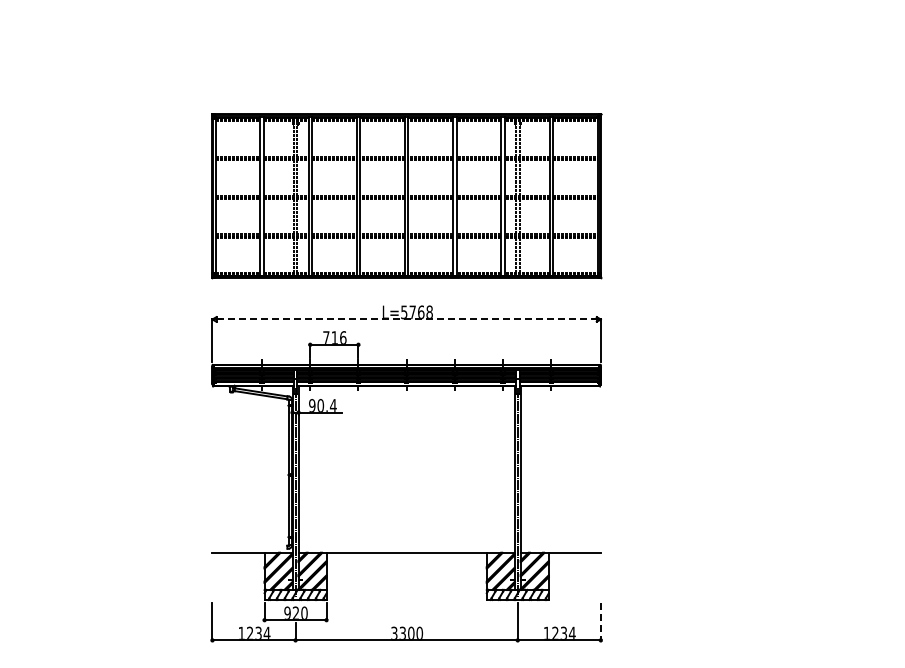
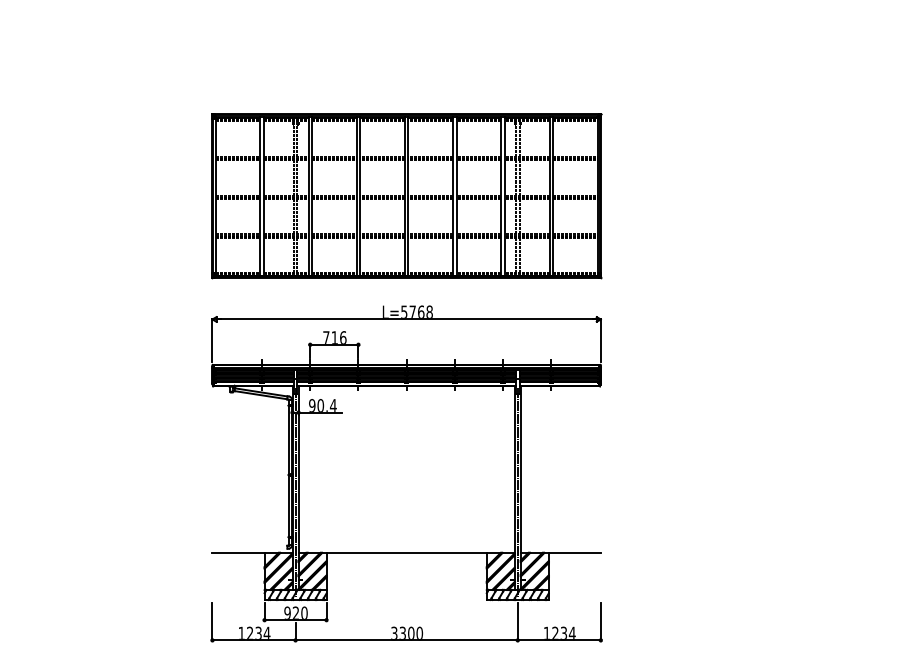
line at (407, 319): dashed -> solid
line at (600, 621): dashed -> solid
